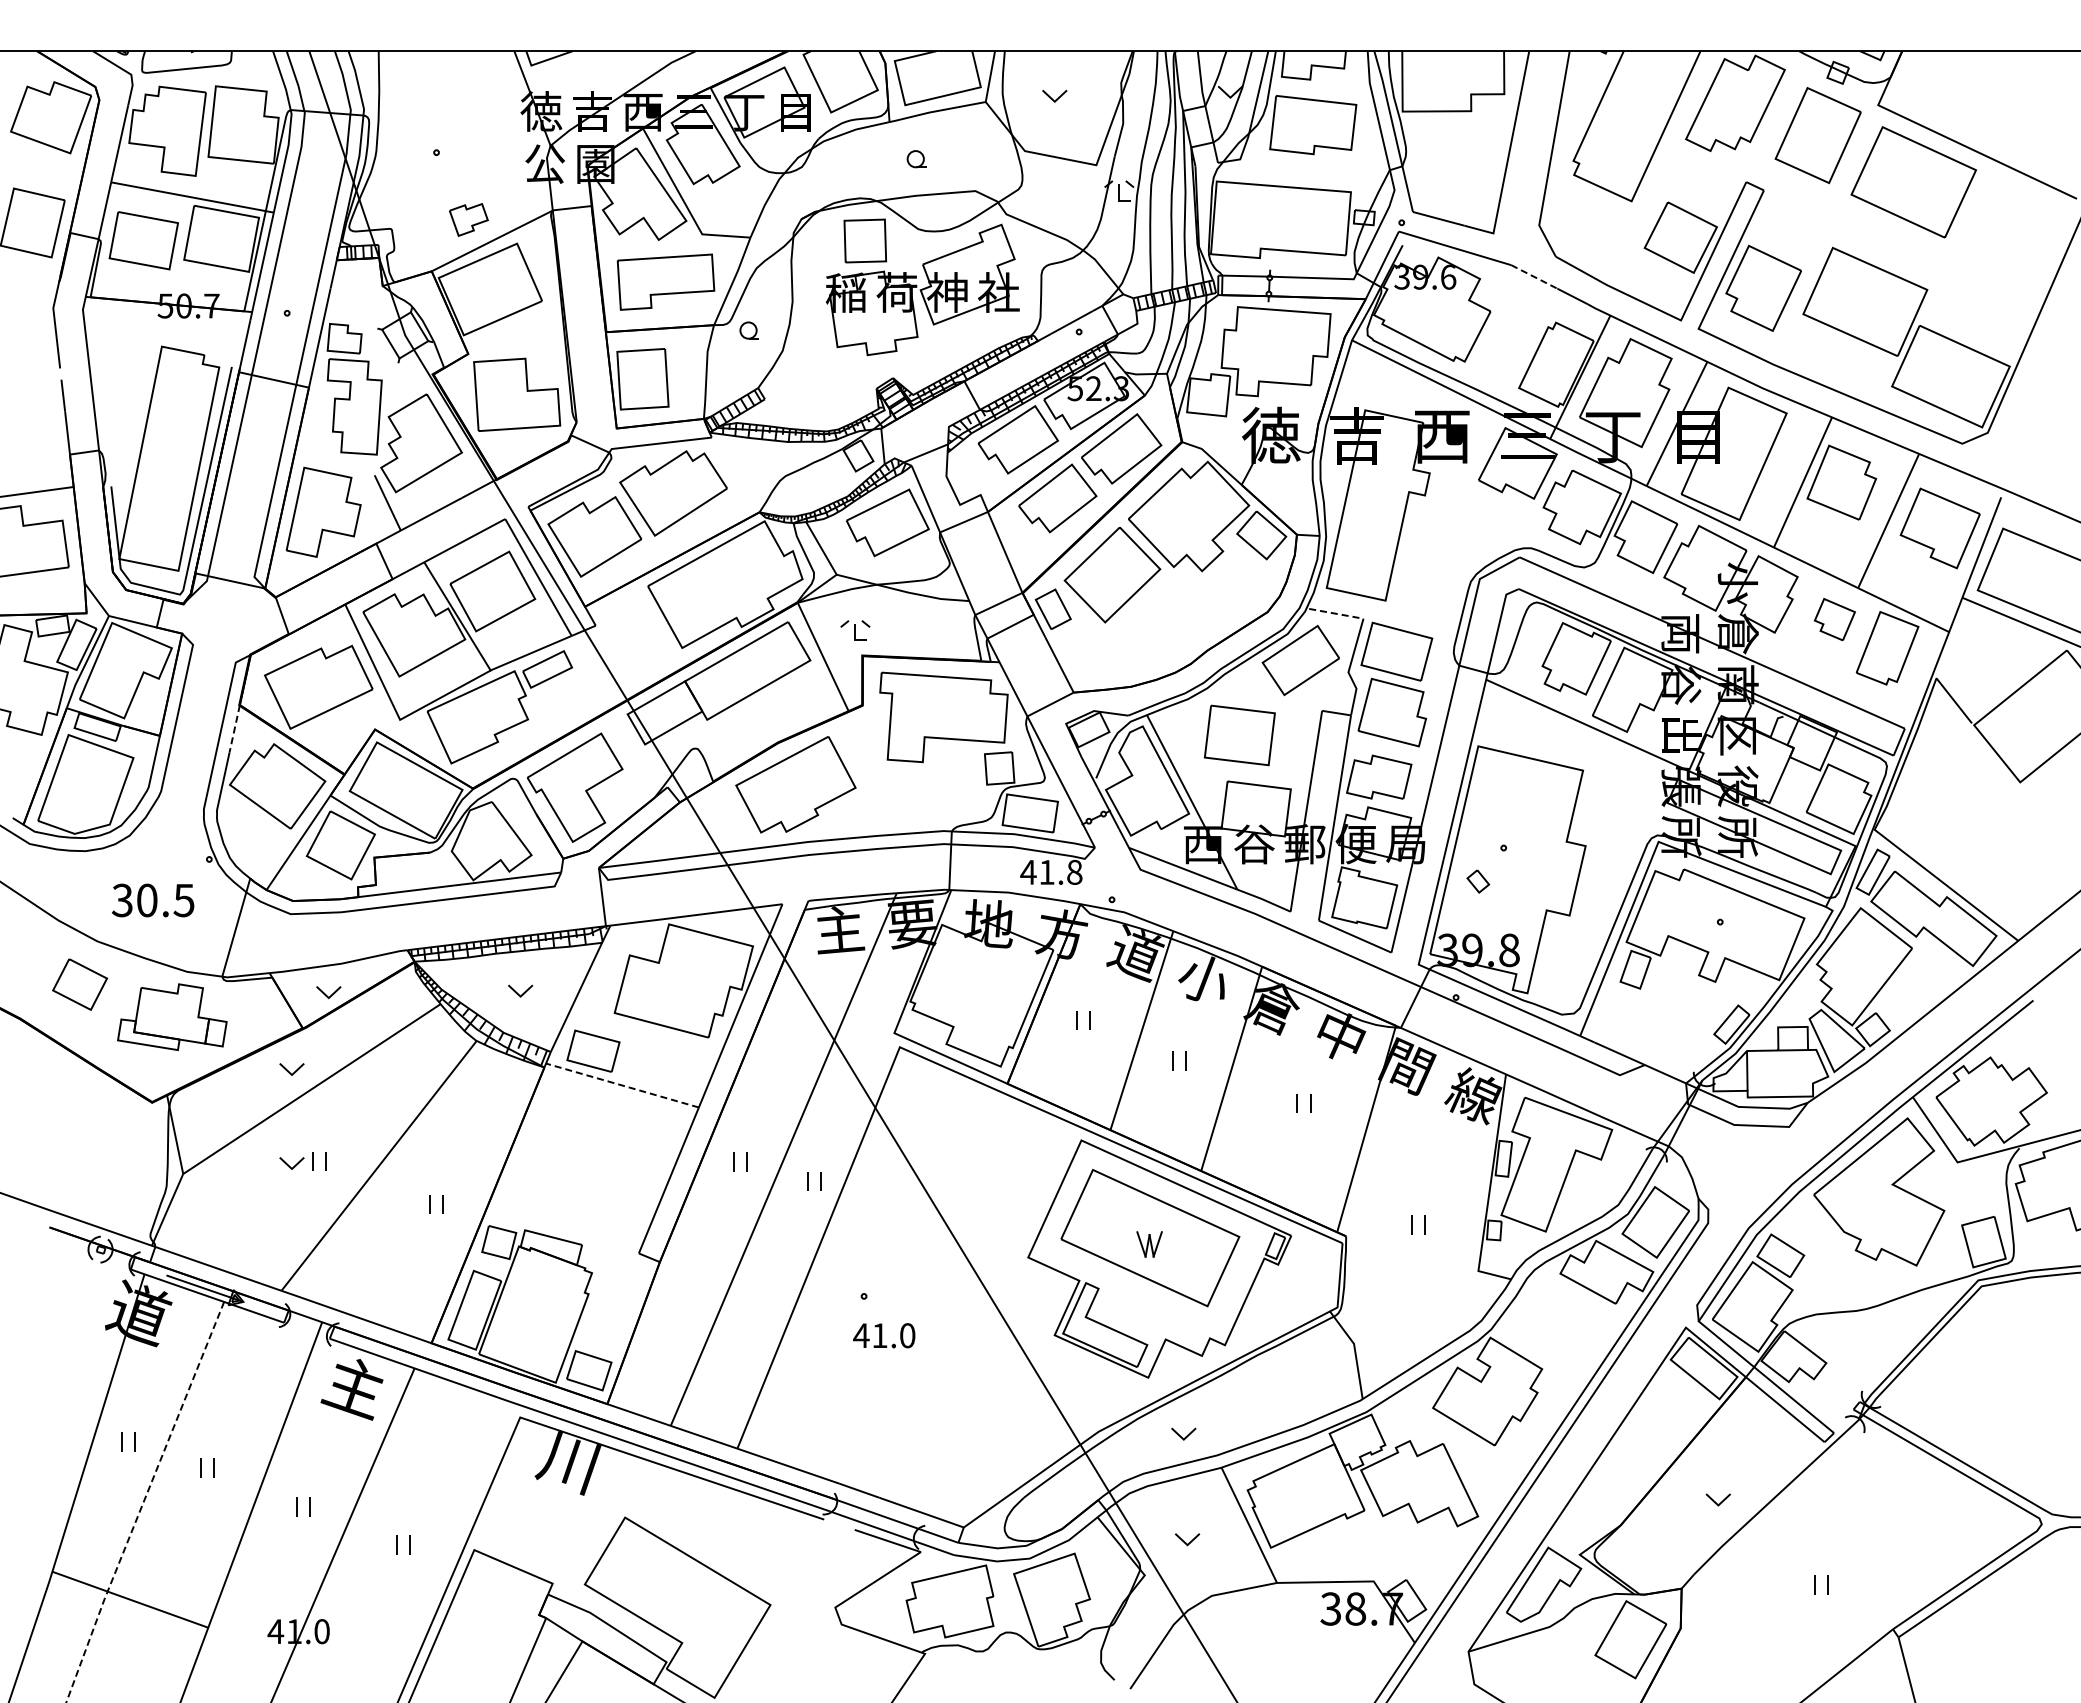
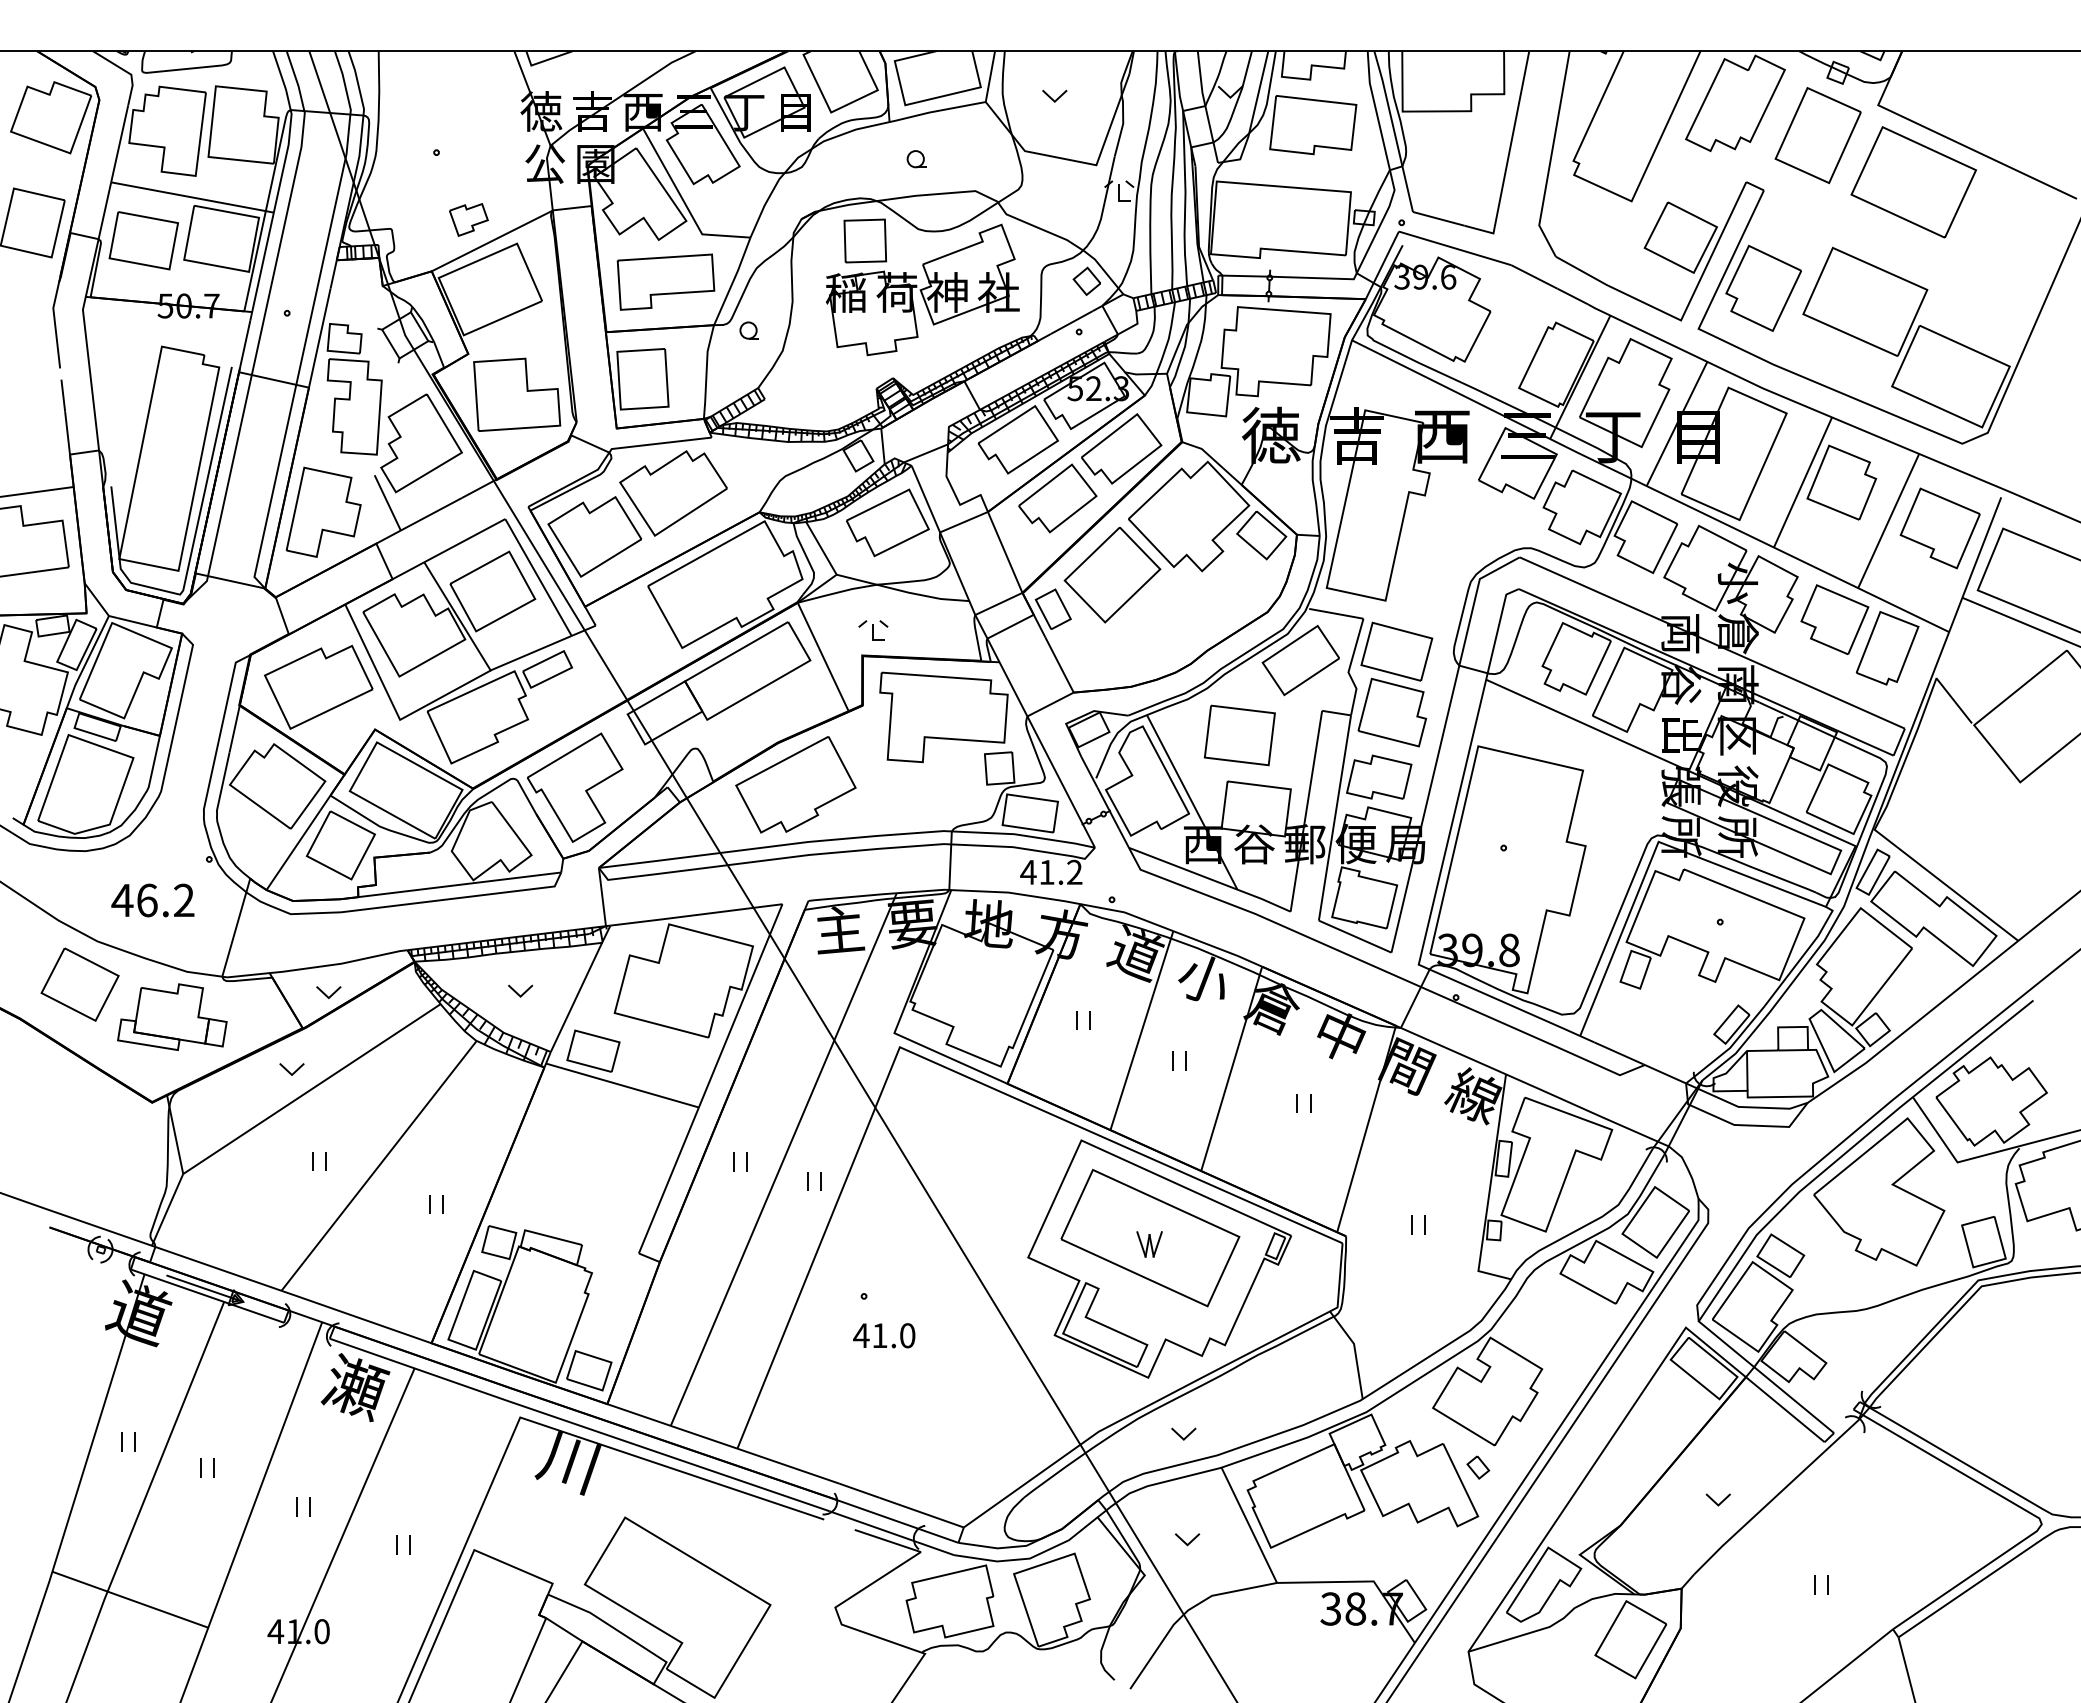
line at (1534, 276): dashed -> solid
part at (1086, 280): none -> present
line at (1336, 613): dashed -> solid
part at (1834, 619) size: 42x44 px -> 70x71 px
part at (855, 630) position: (855, 630) -> (873, 630)
line at (234, 728): dashed -> solid
text at (1074, 871): 41.8 -> 41.2
part at (1478, 881) position: (1478, 881) -> (1478, 1467)
text at (152, 900): 30.5 -> 46.2
part at (80, 984) size: 57x53 px -> 80x75 px
line at (622, 1085): dashed -> solid
part at (291, 1163): present -> none
text at (355, 1387): 主 -> 瀬
line at (143, 1502): dashed -> solid
